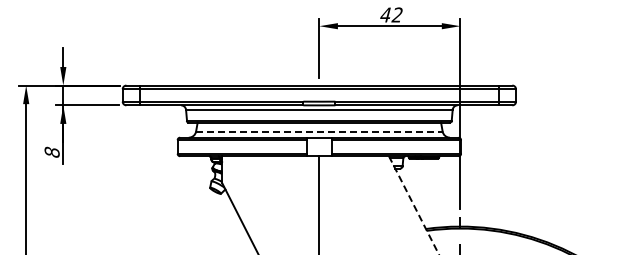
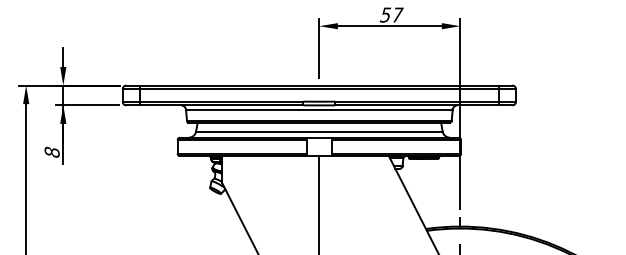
text at (391, 14): 42 -> 57
line at (319, 131): dashed -> solid
line at (414, 206): dashed -> solid
